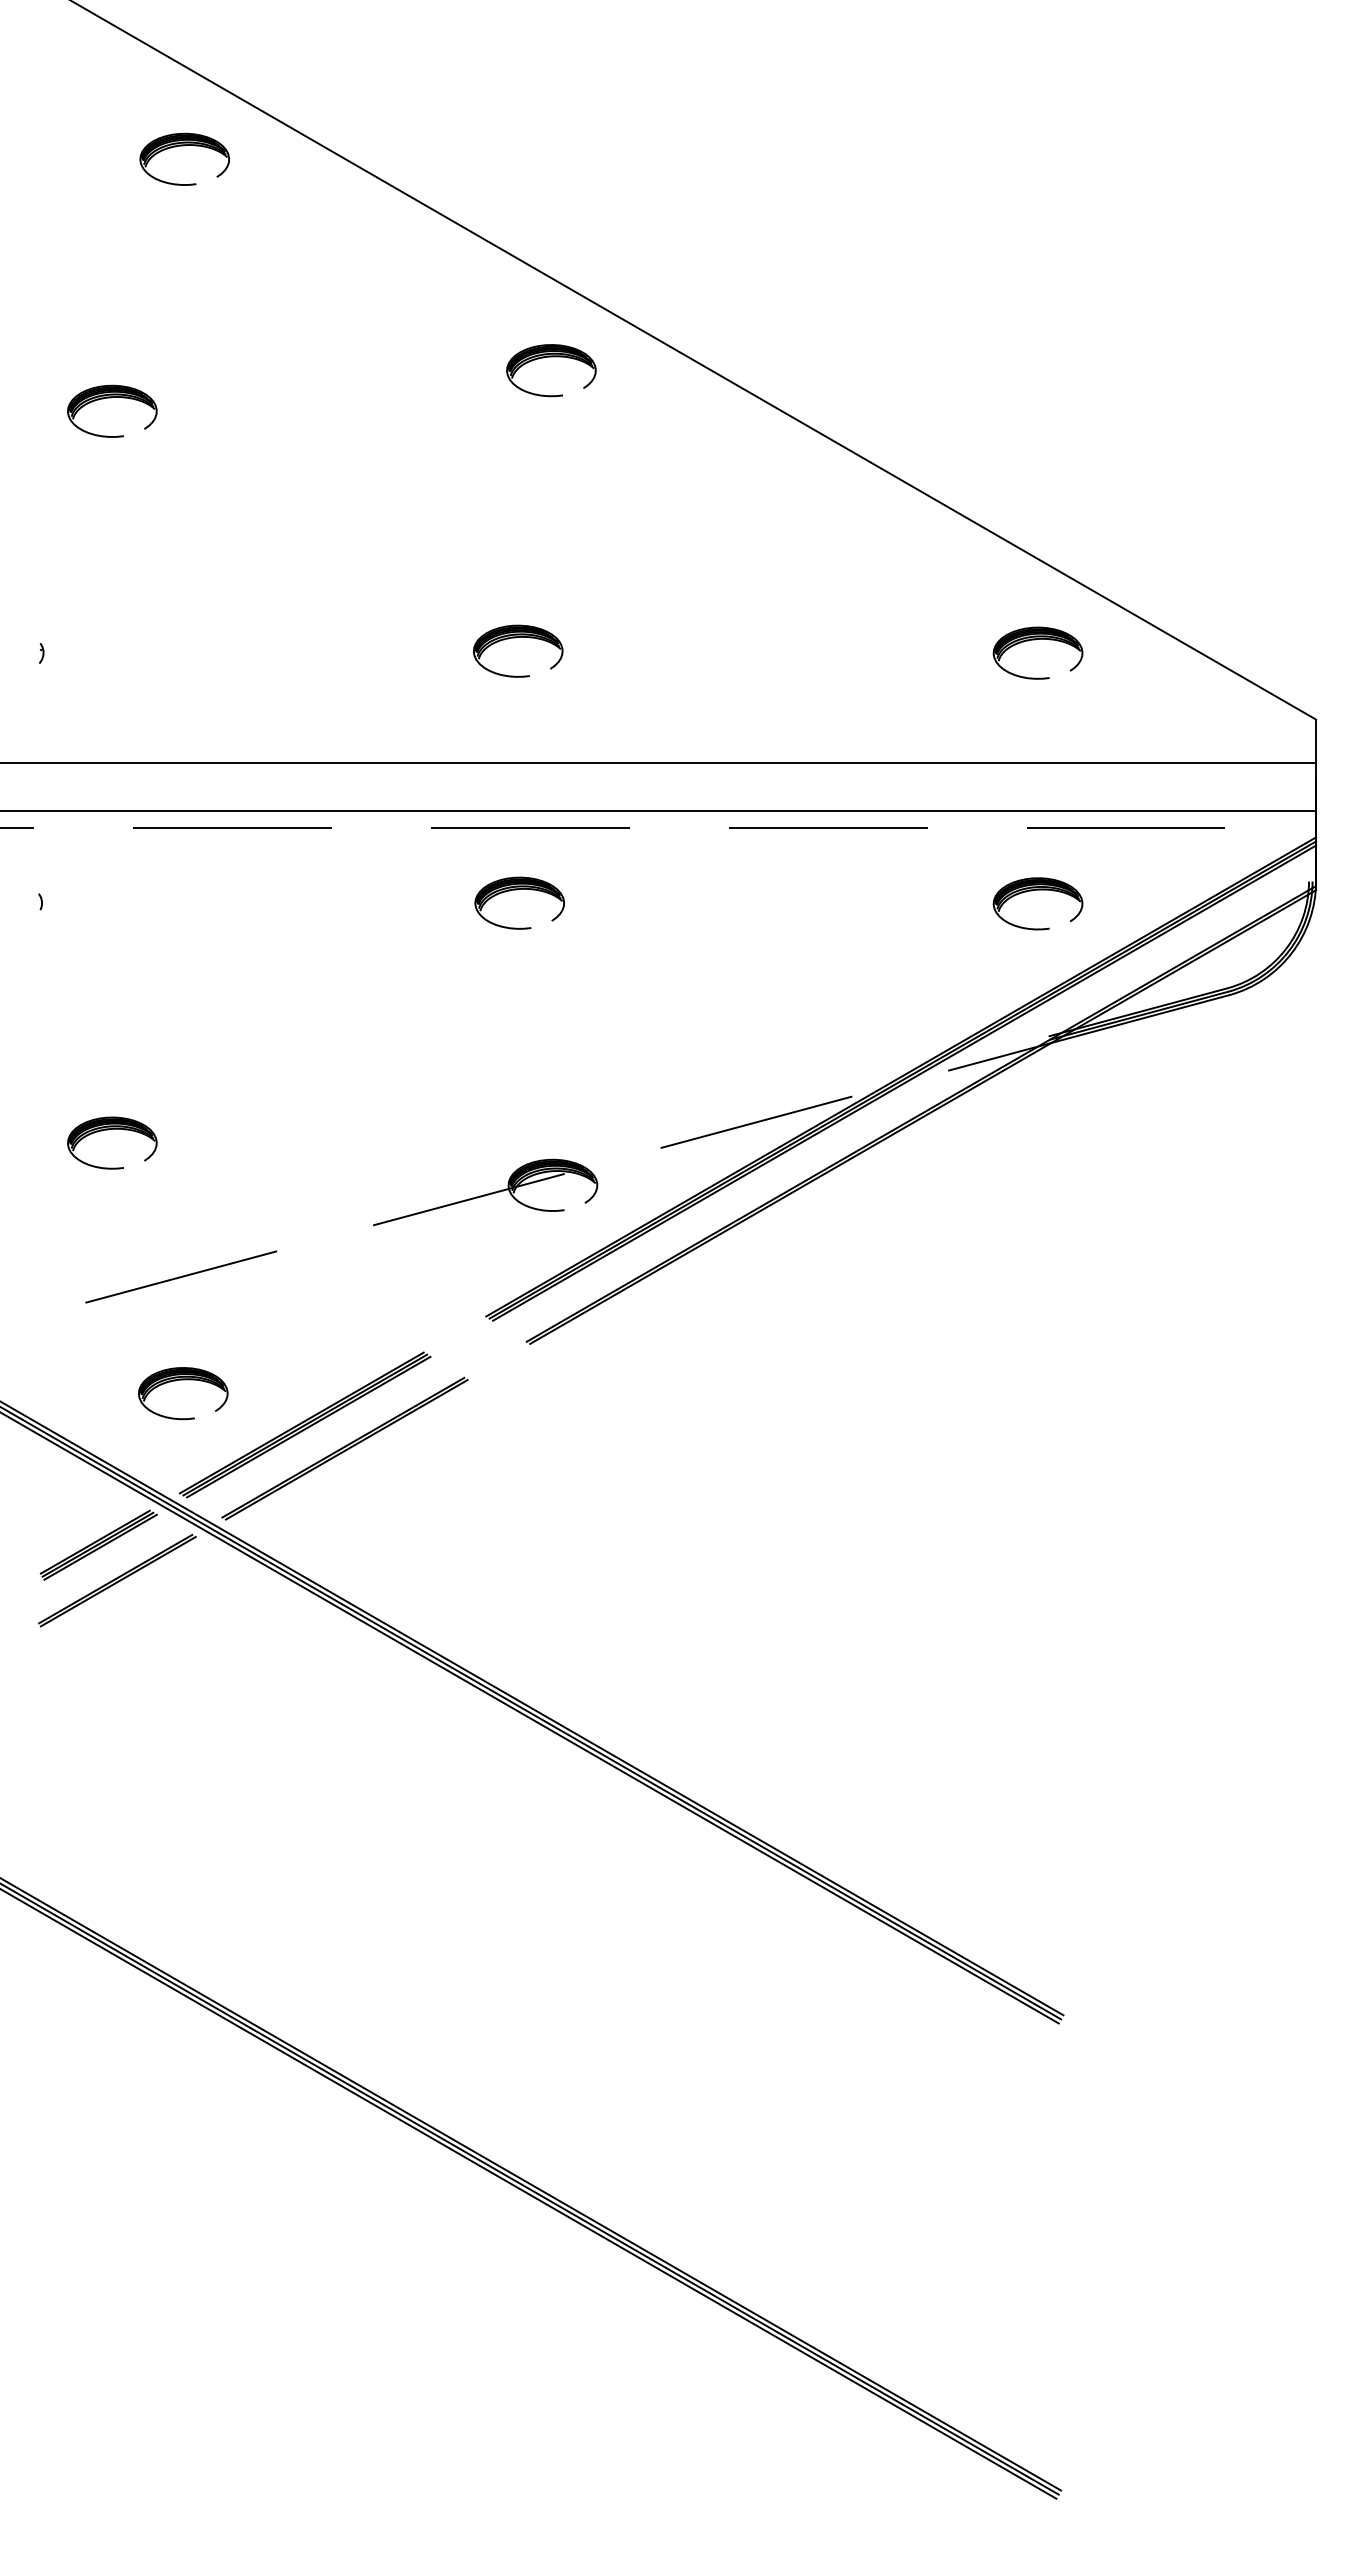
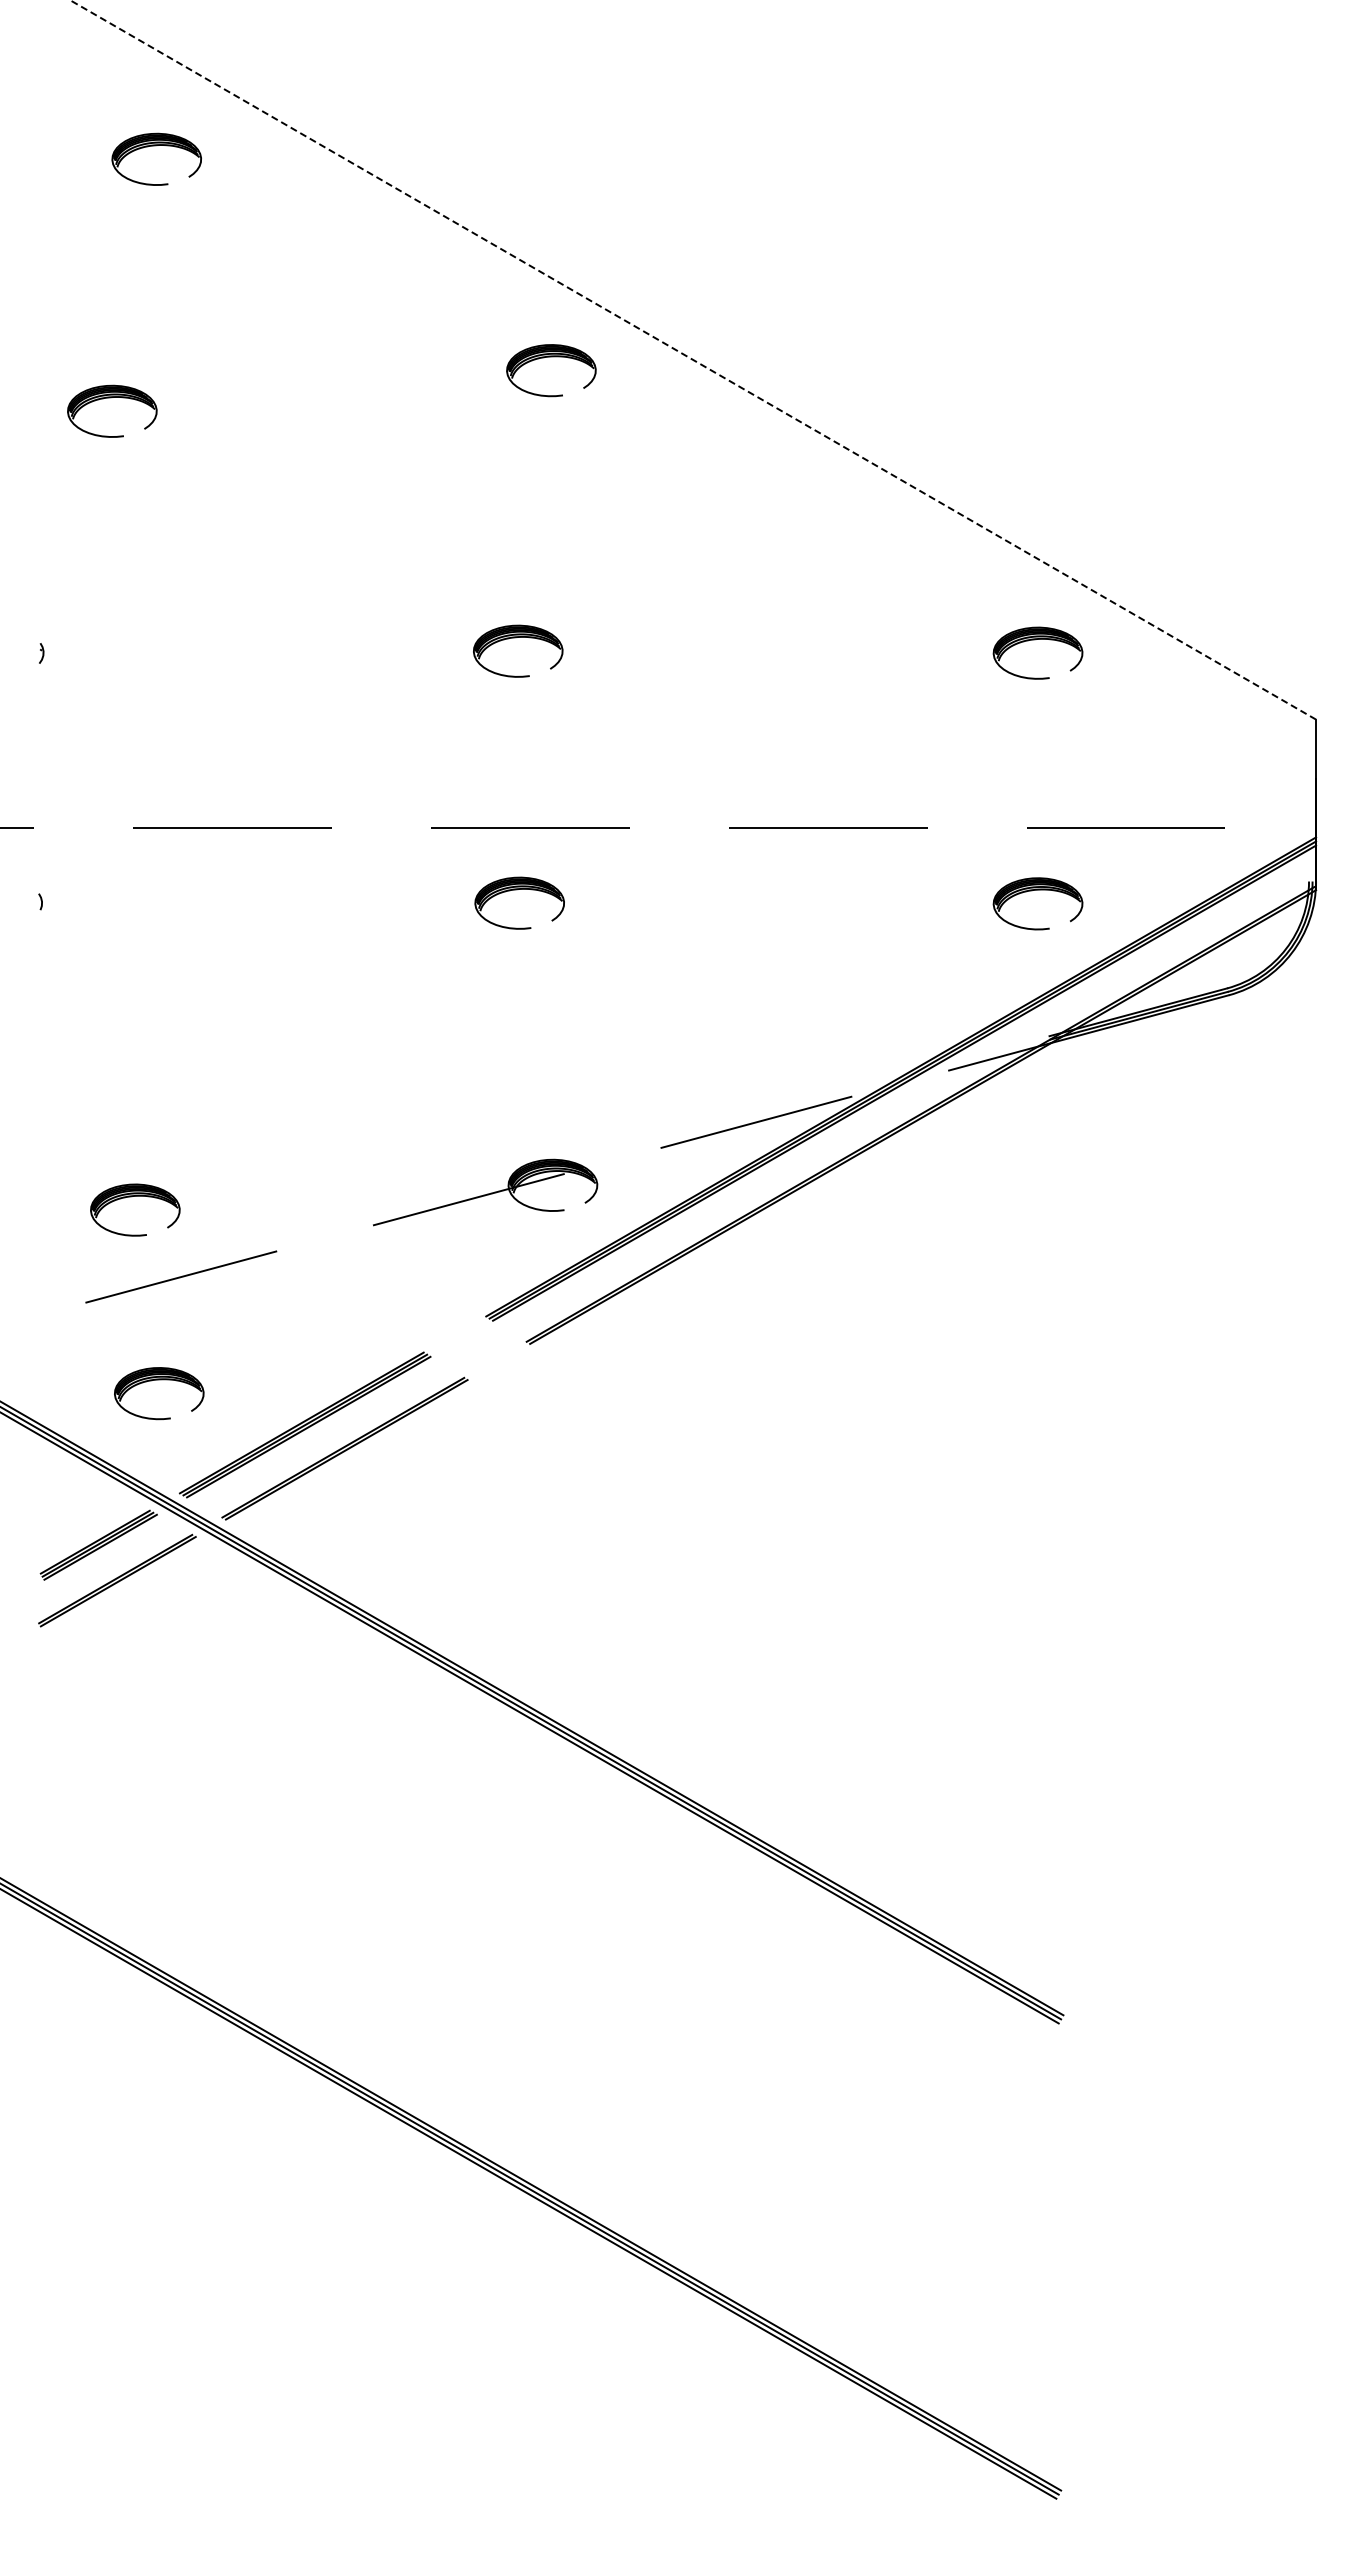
part at (184, 146) position: (184, 146) -> (156, 146)
line at (692, 359): solid -> dashed
line at (659, 763): present -> none
line at (659, 811): present -> none
part at (108, 1130) position: (108, 1130) -> (131, 1197)
part at (183, 1380) position: (183, 1380) -> (159, 1380)
